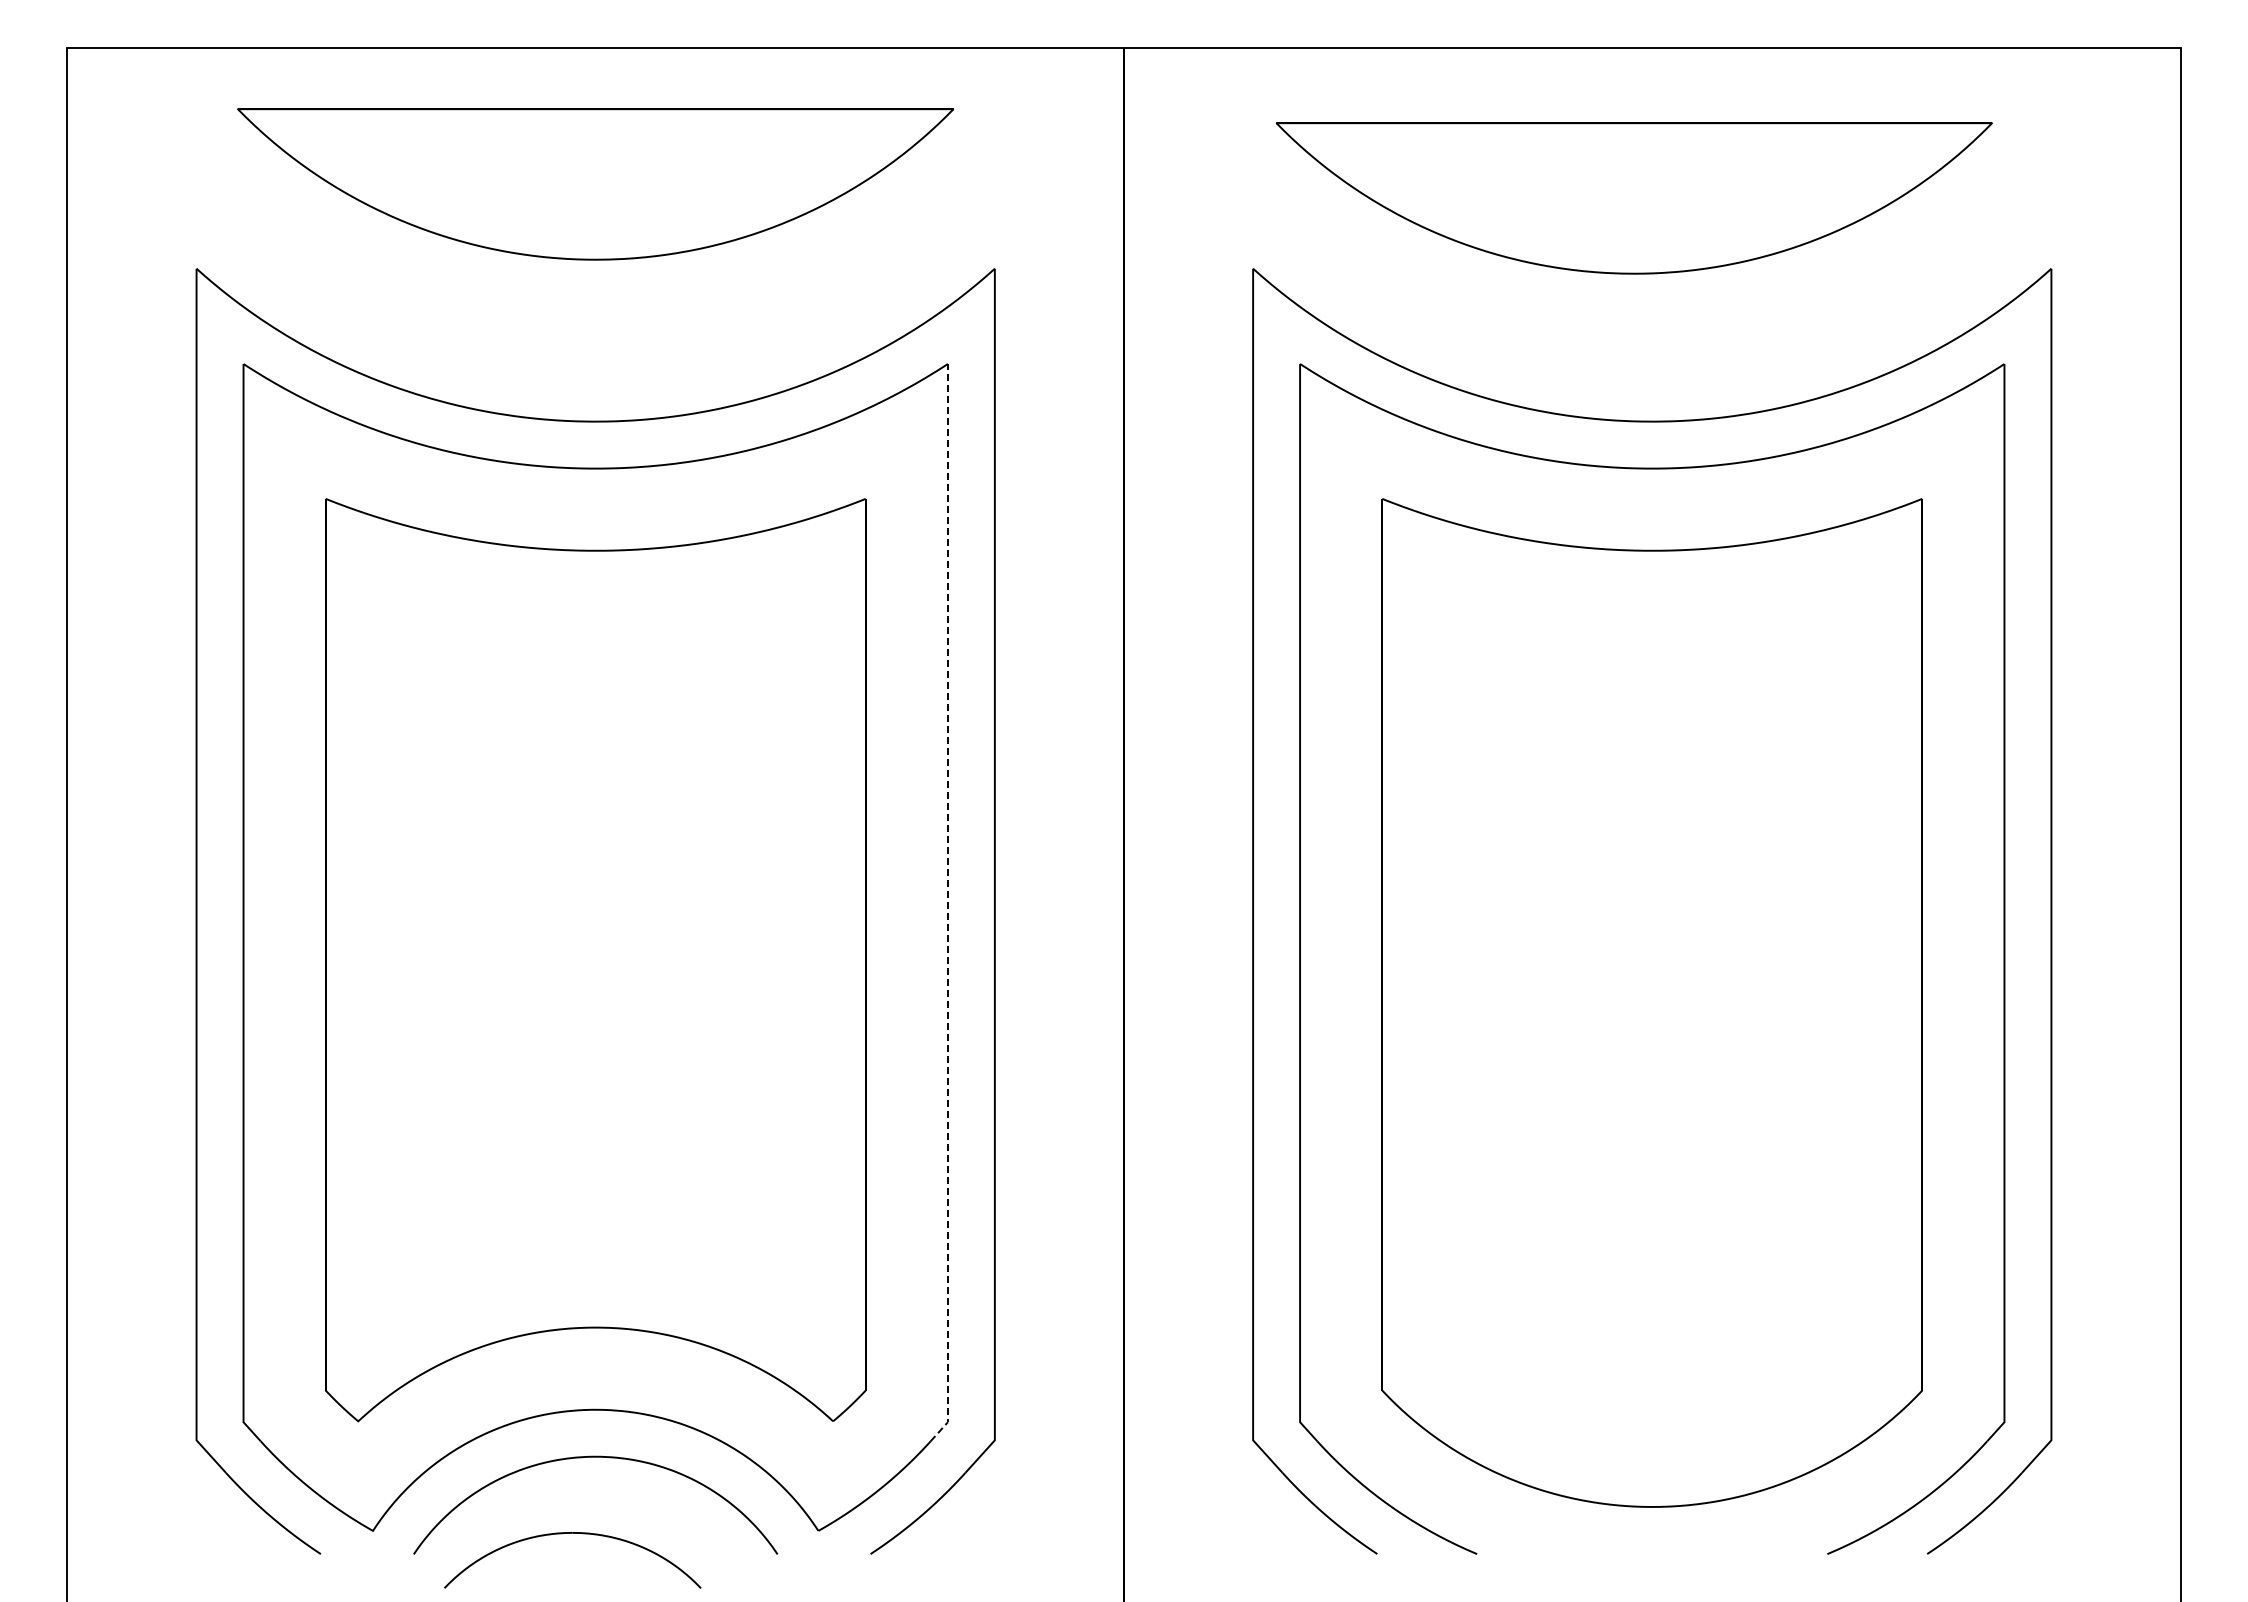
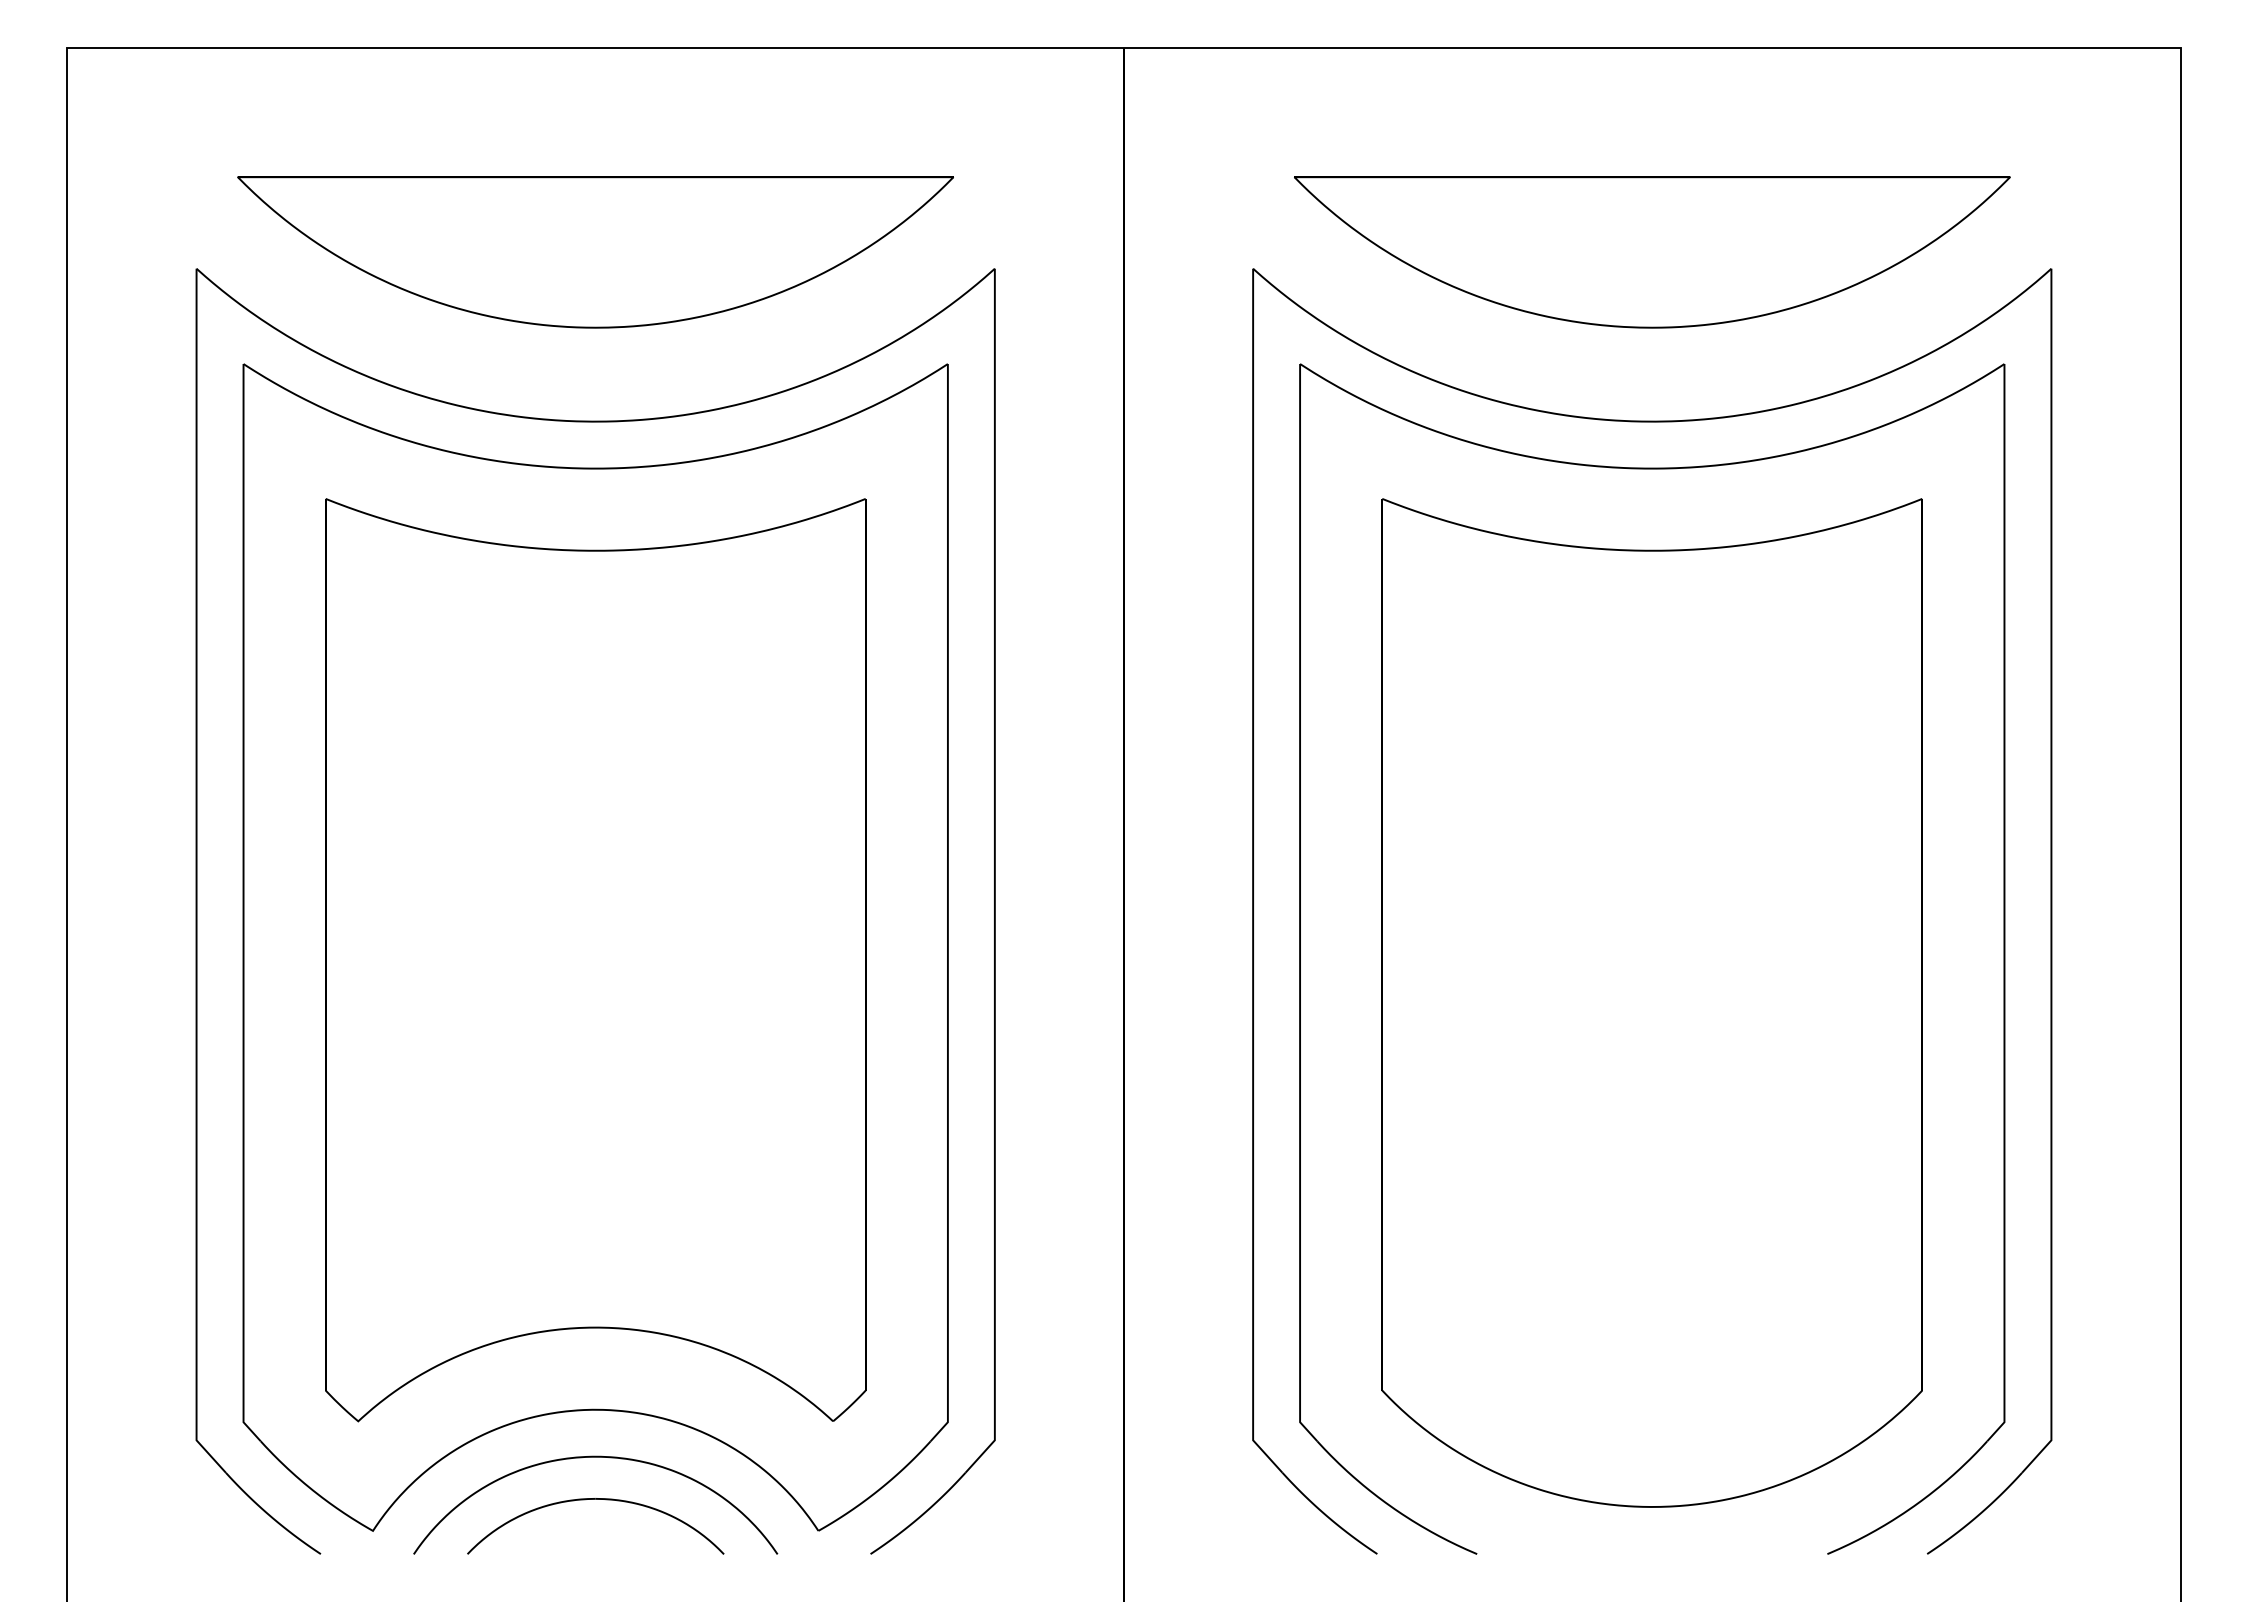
curve at (595, 110) position: (595, 110) -> (595, 178)
curve at (1634, 124) position: (1634, 124) -> (1652, 178)
line at (947, 906): dashed -> solid
part at (572, 1533) position: (572, 1533) -> (595, 1499)
